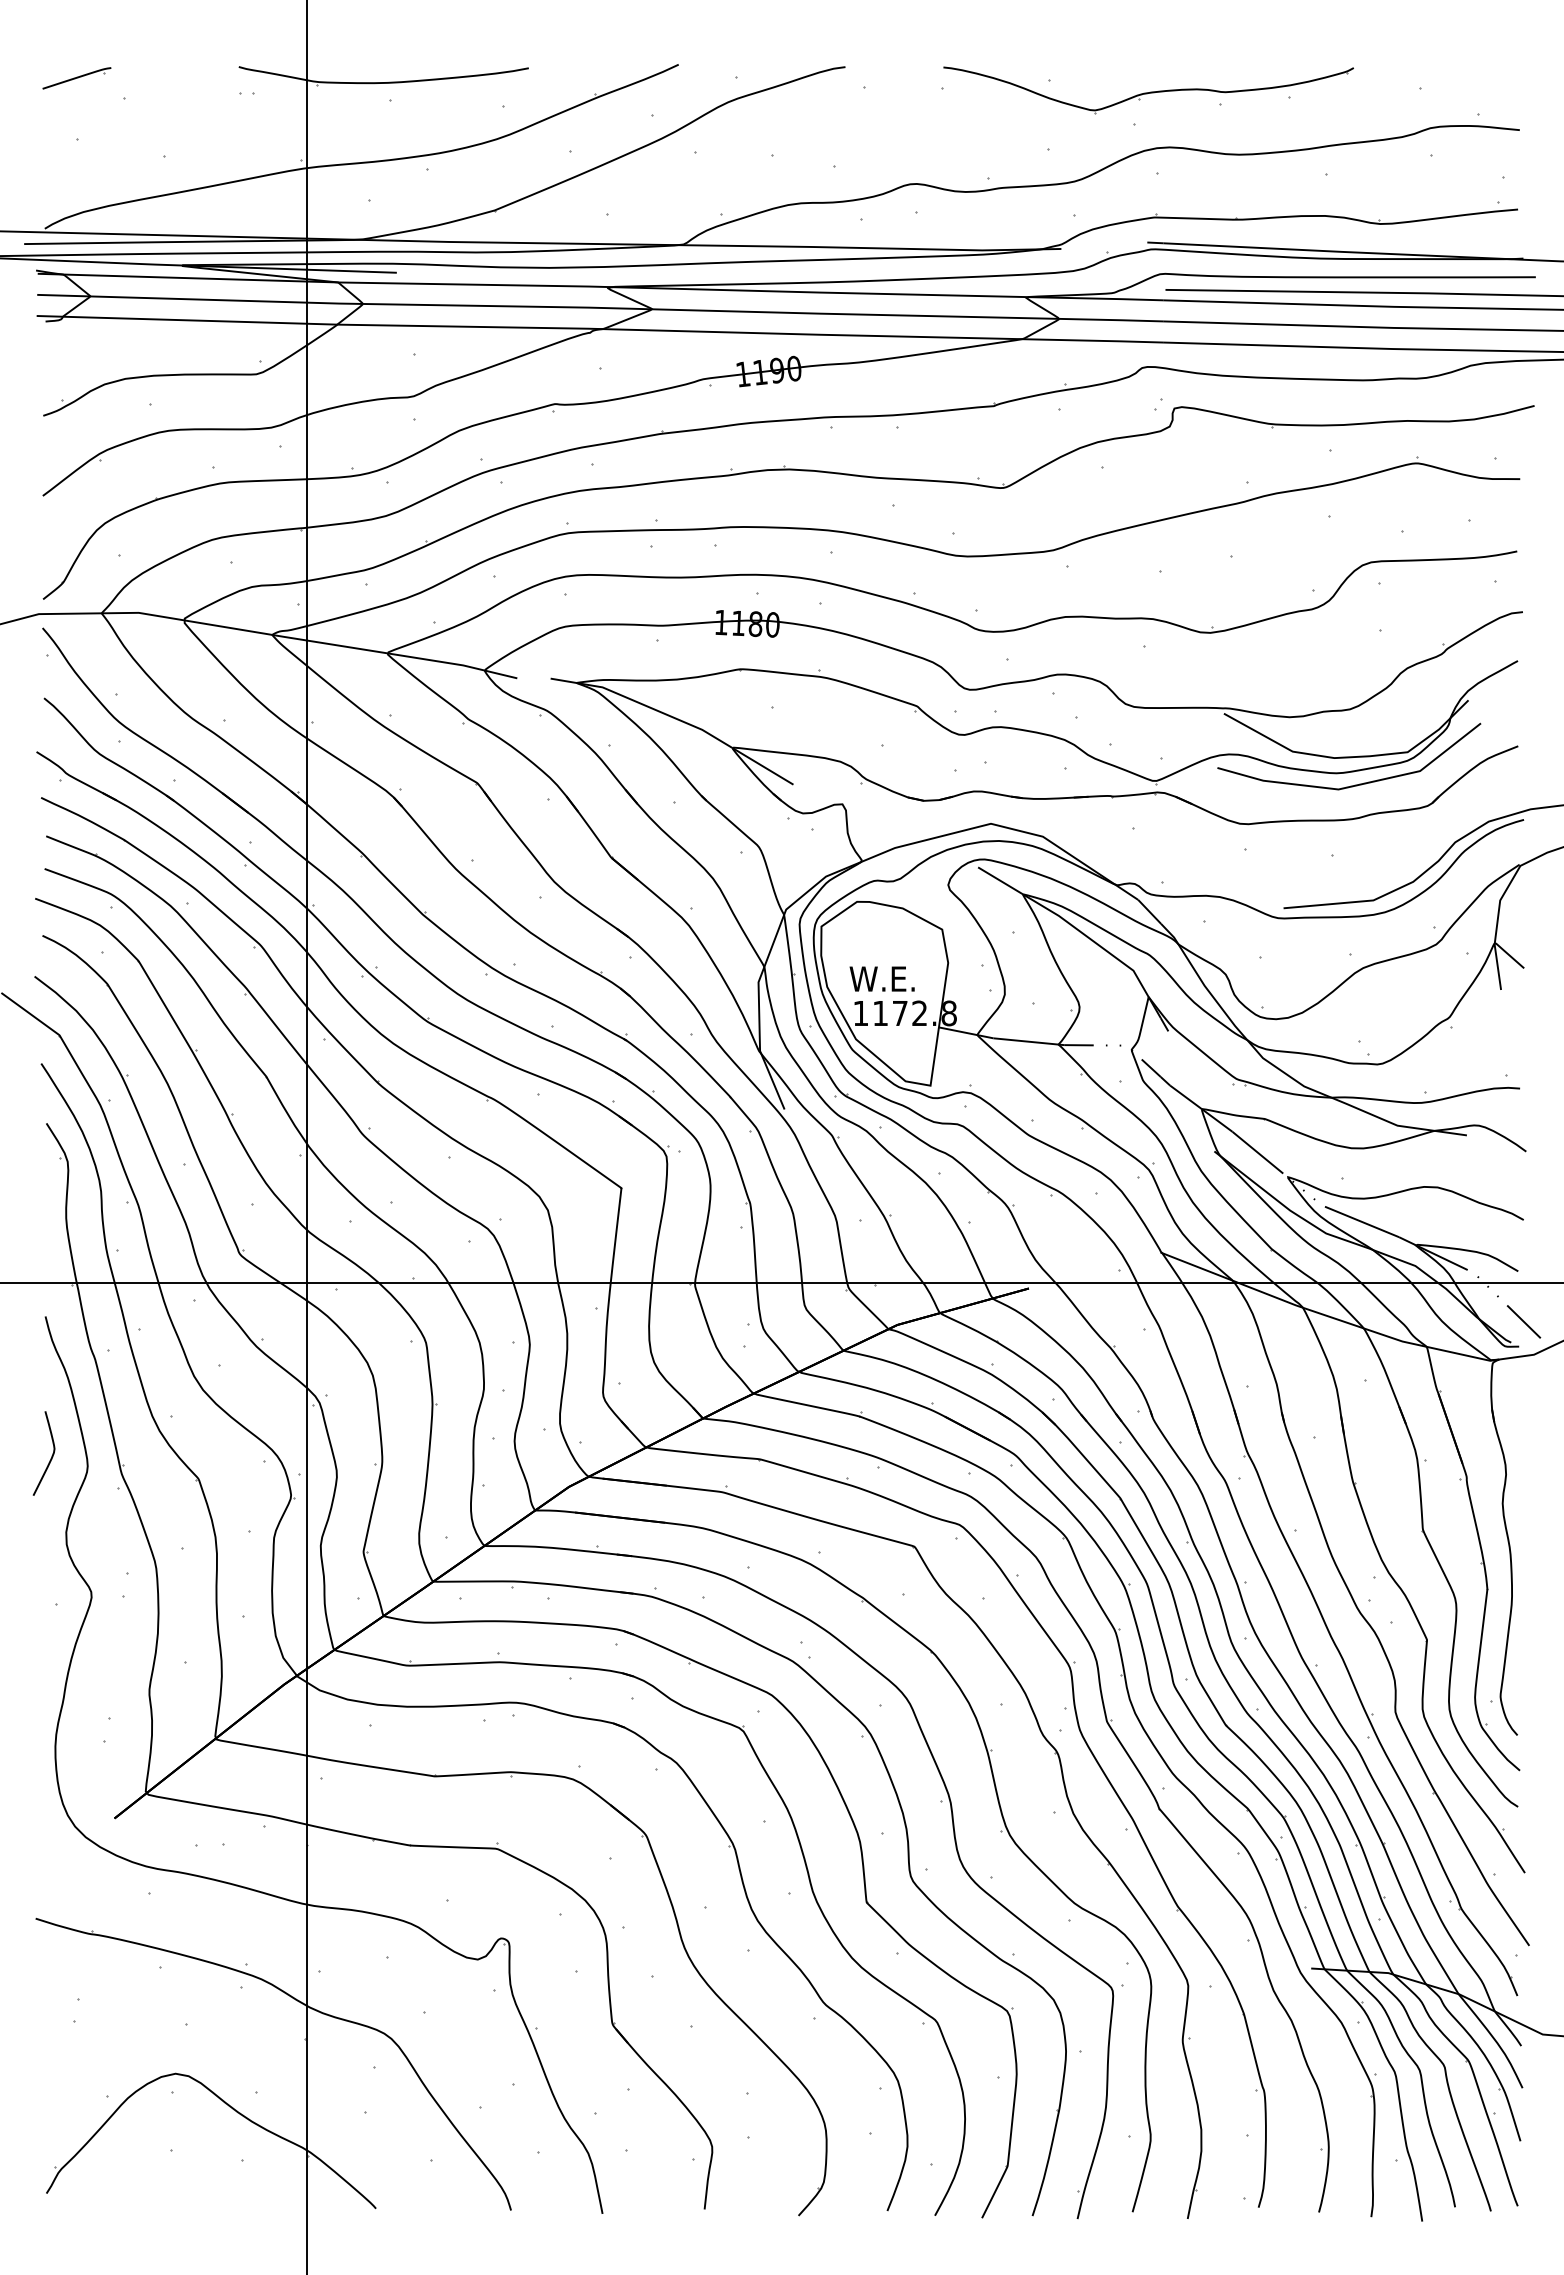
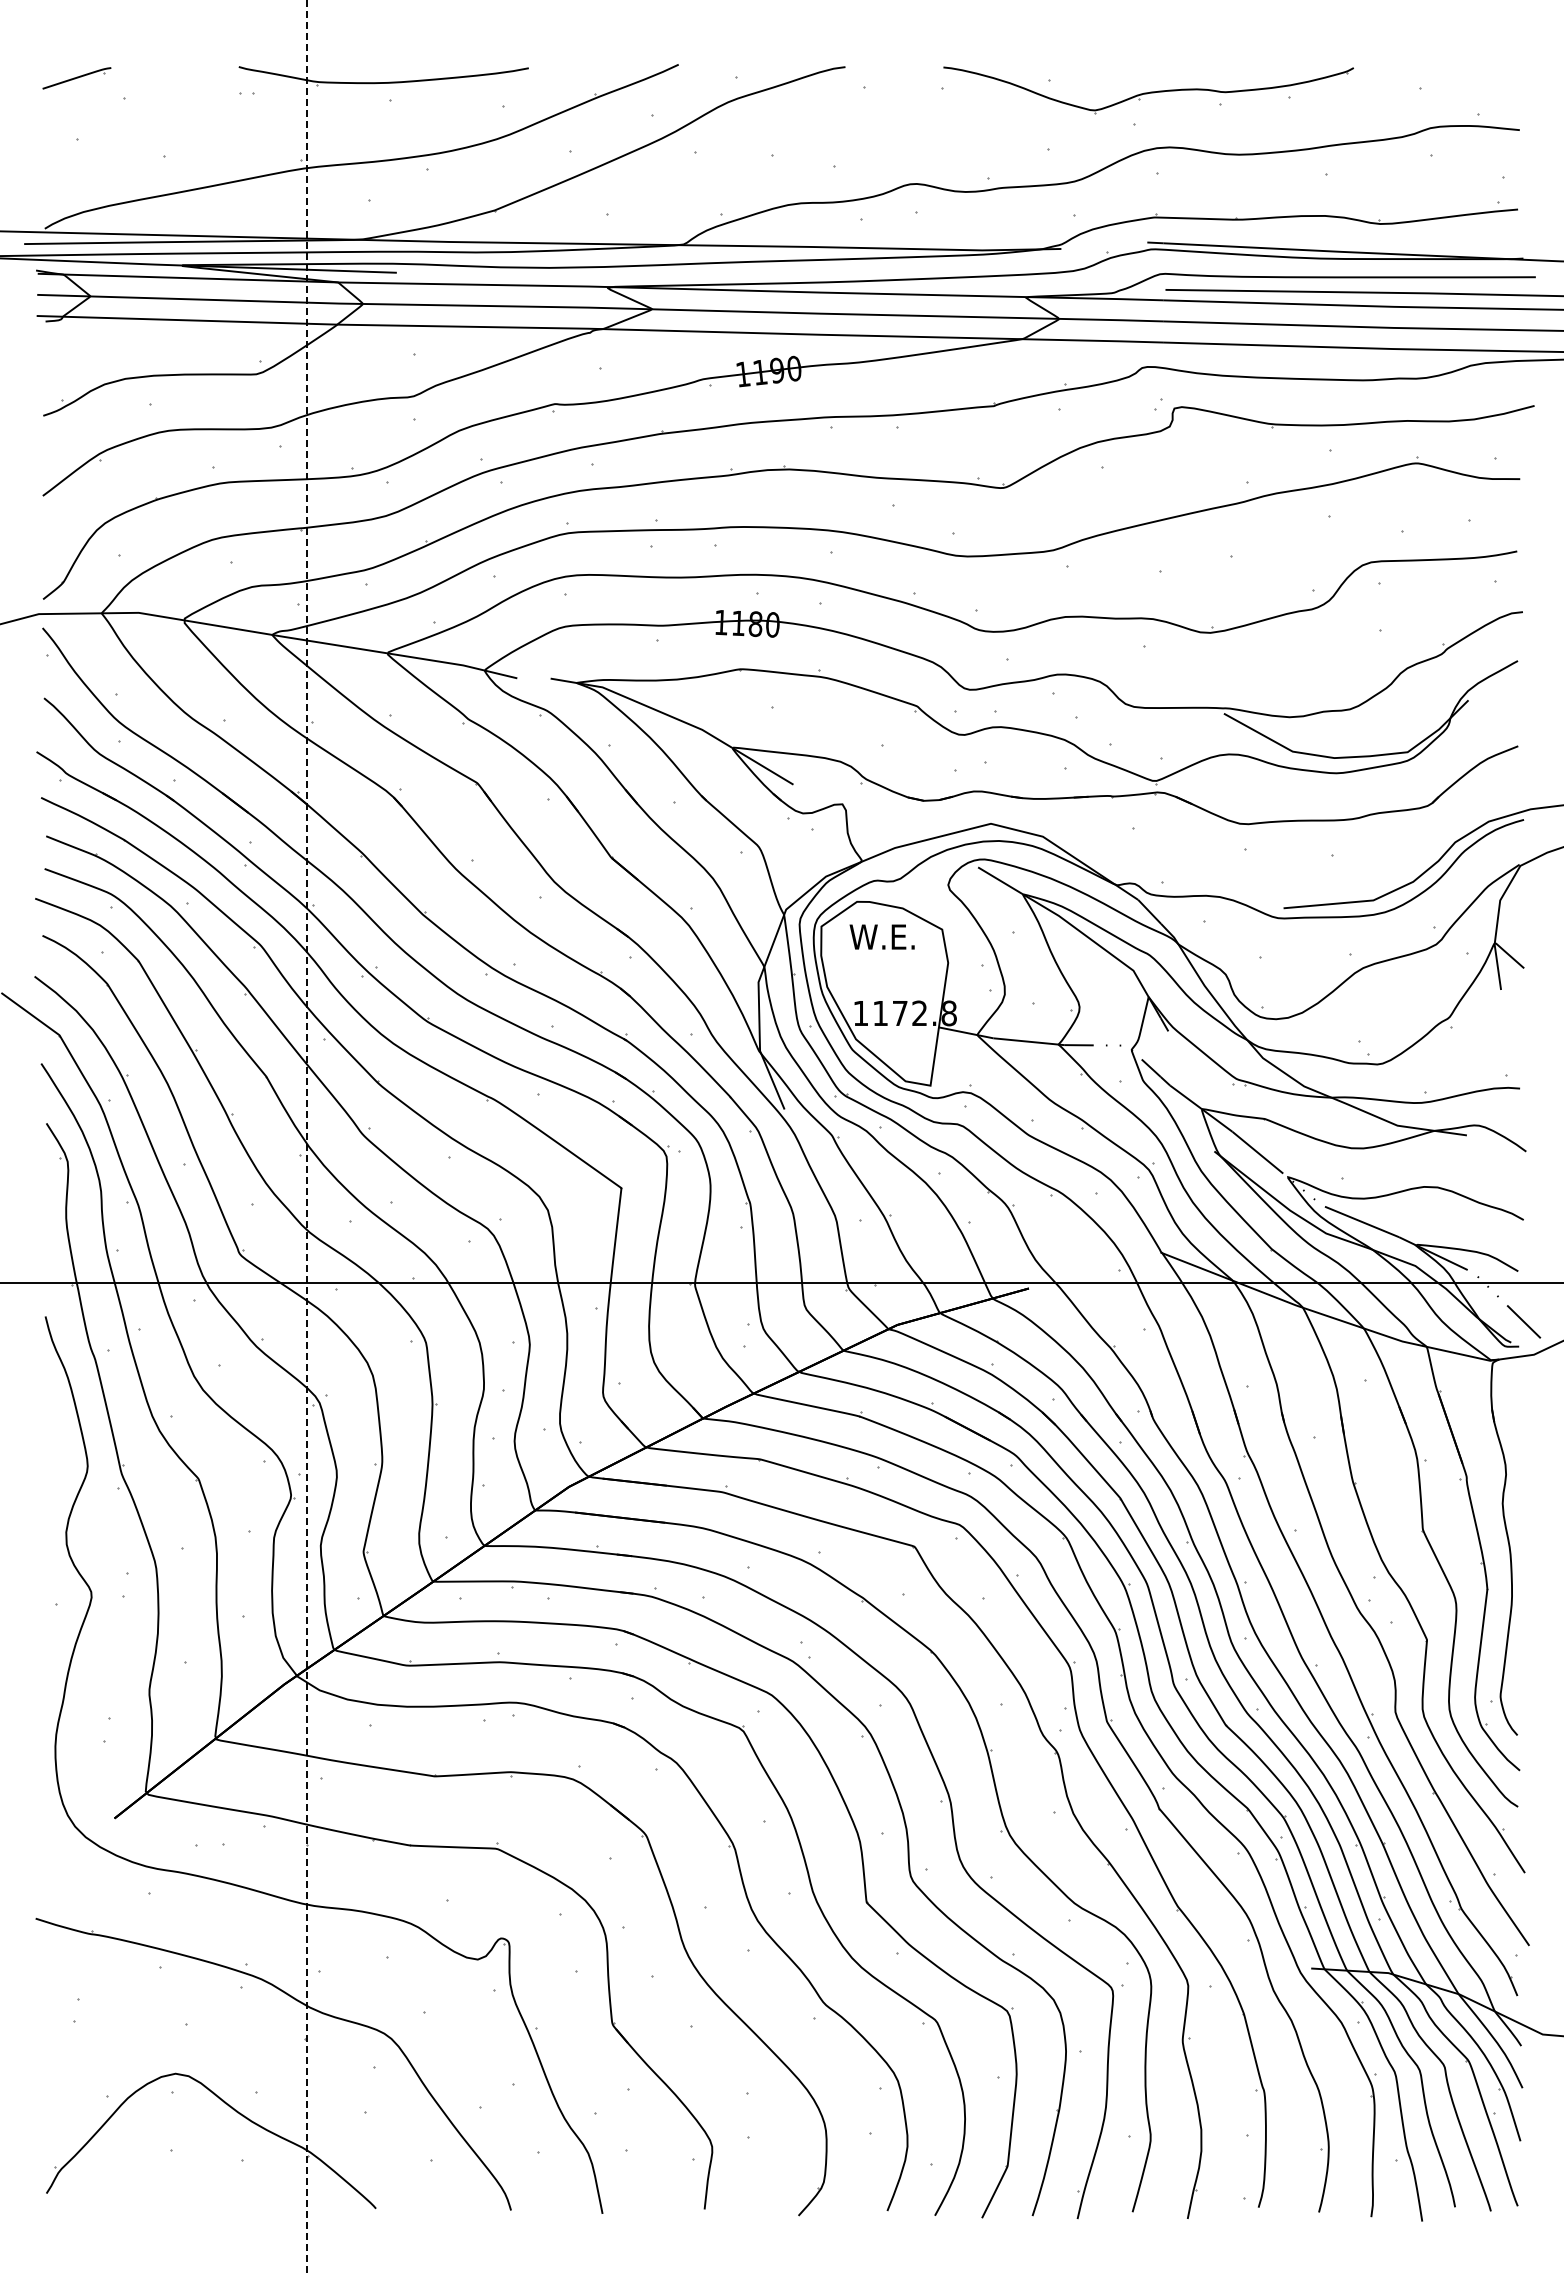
line at (1355, 784): present -> none
text at (881, 978) position: (881, 978) -> (881, 936)
line at (307, 1137): solid -> dashed
curve at (51, 1455): present -> none
